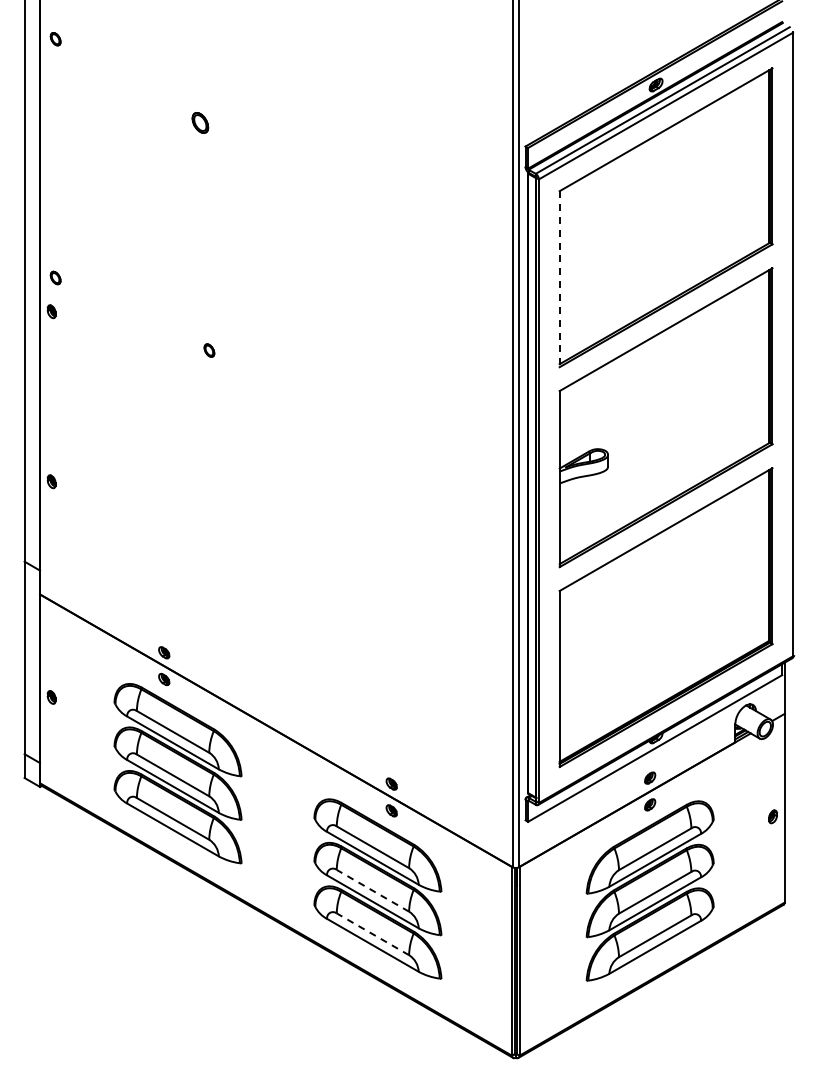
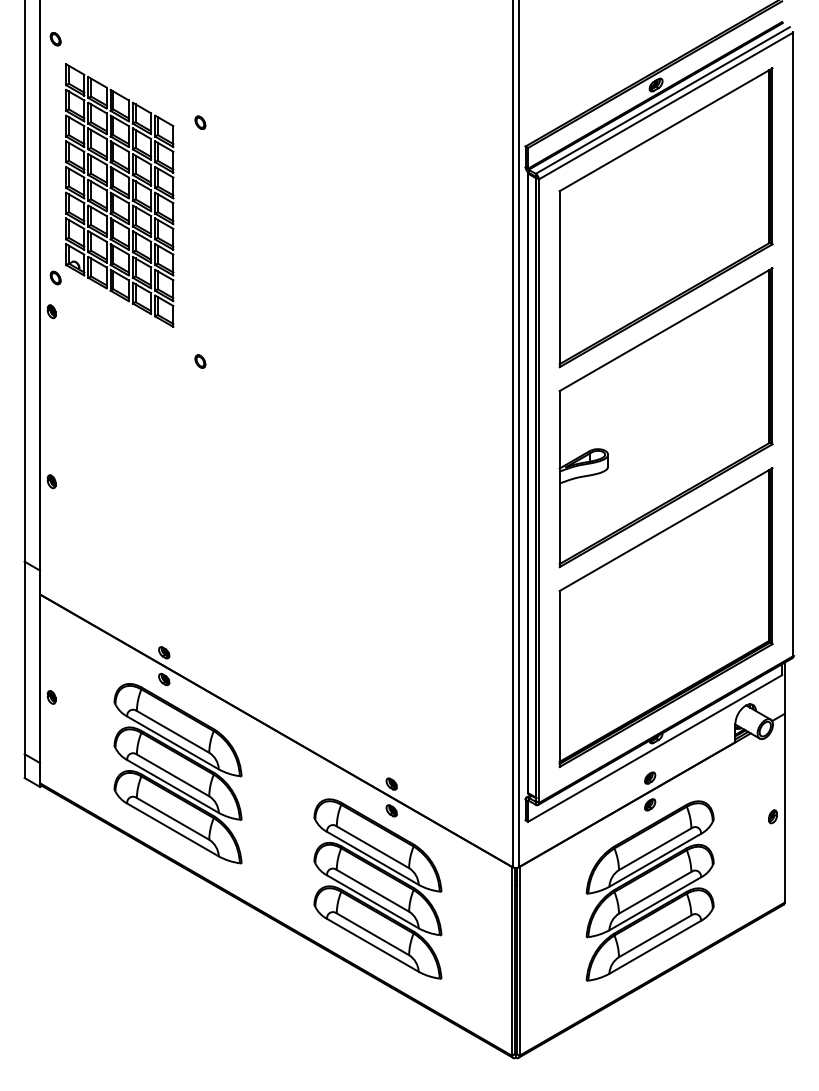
part at (200, 122) size: 19x22 px -> 13x15 px
part at (119, 195): none -> present
line at (559, 279): dashed -> solid
part at (209, 350) position: (209, 350) -> (200, 361)
line at (372, 890): dashed -> solid
line at (372, 934): dashed -> solid
